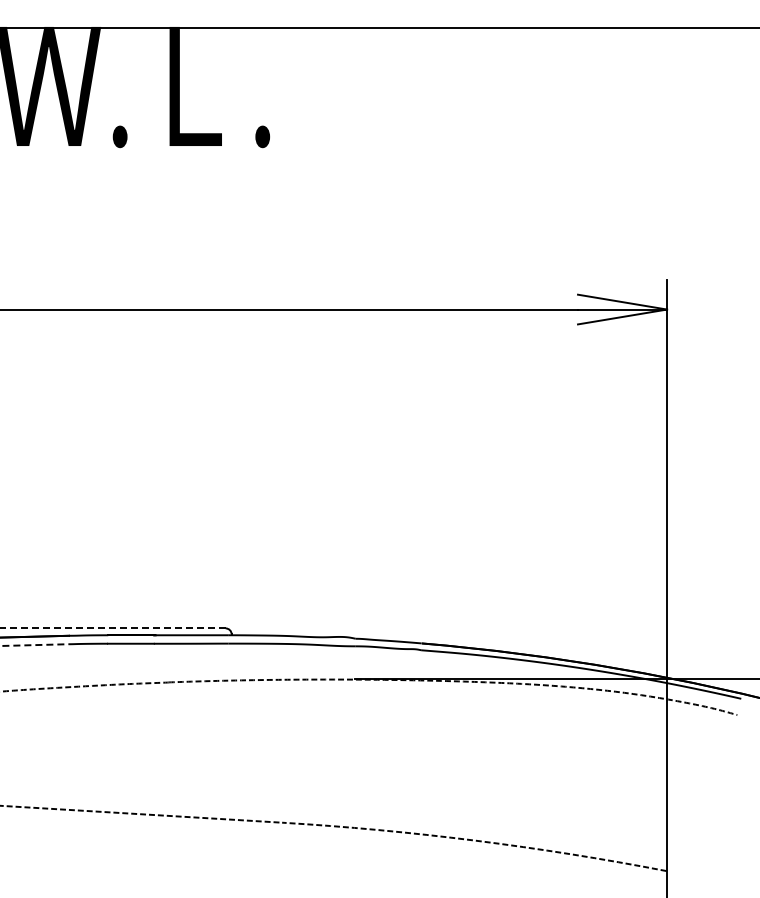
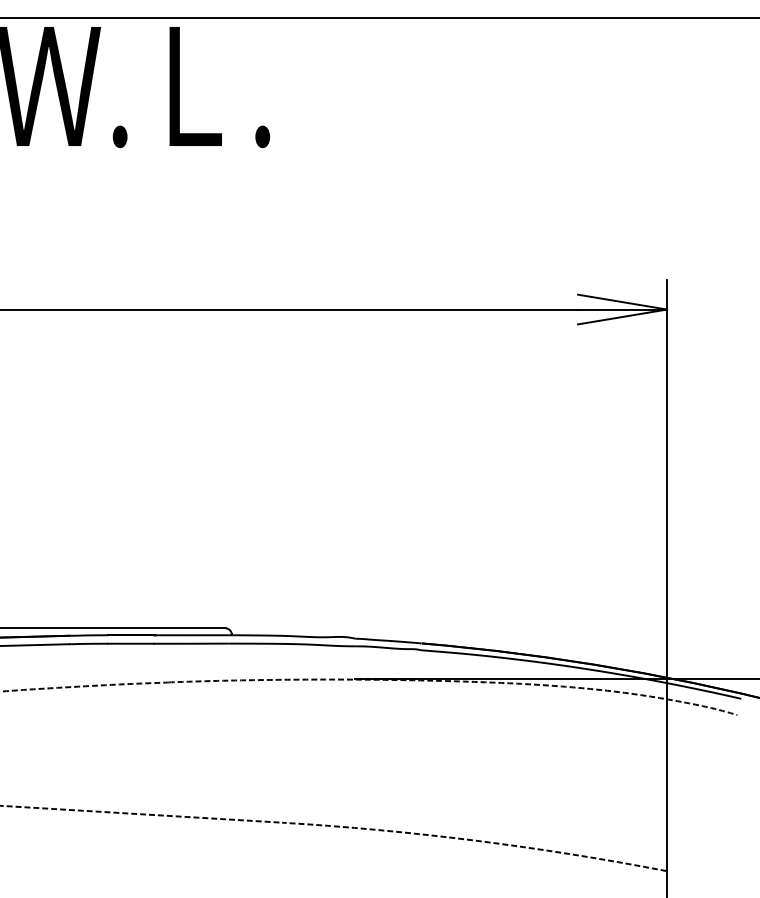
line at (379, 28) position: (379, 28) -> (379, 18)
line at (112, 628): dashed -> solid
line at (35, 645): dashed -> solid
